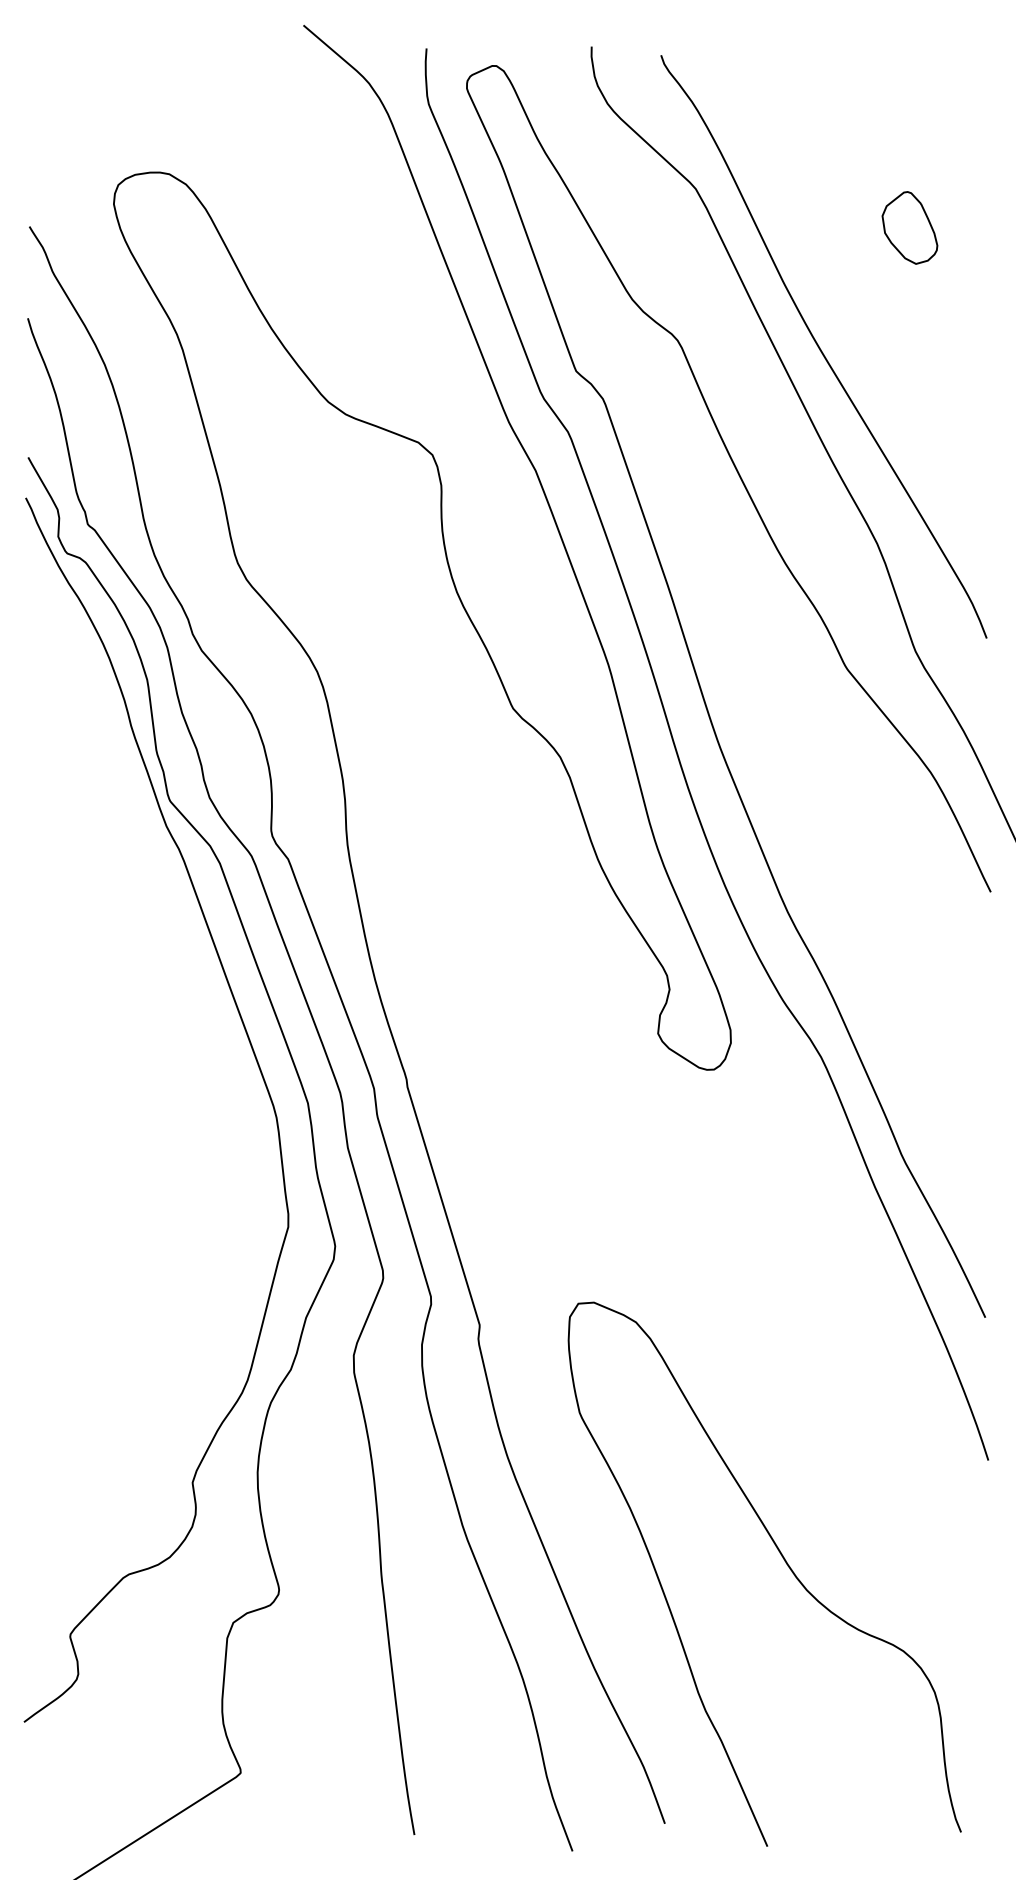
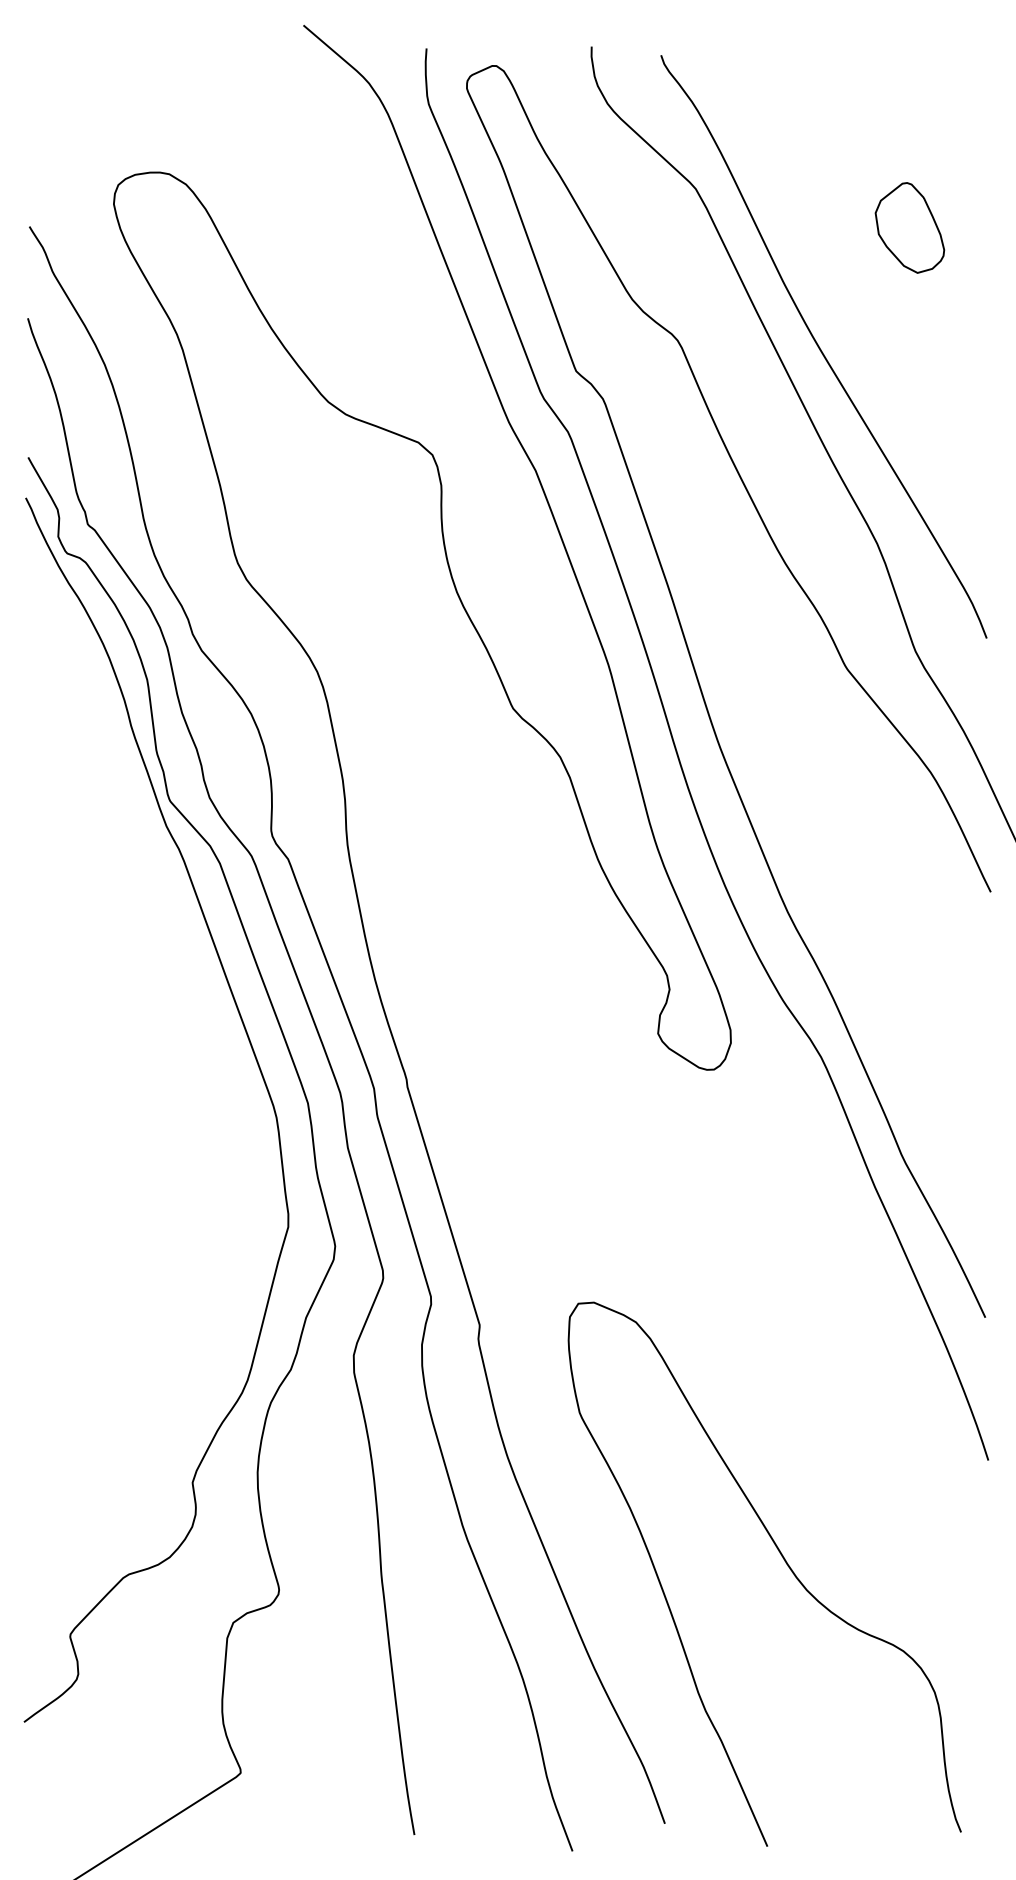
part at (909, 227) size: 58x74 px -> 72x92 px
